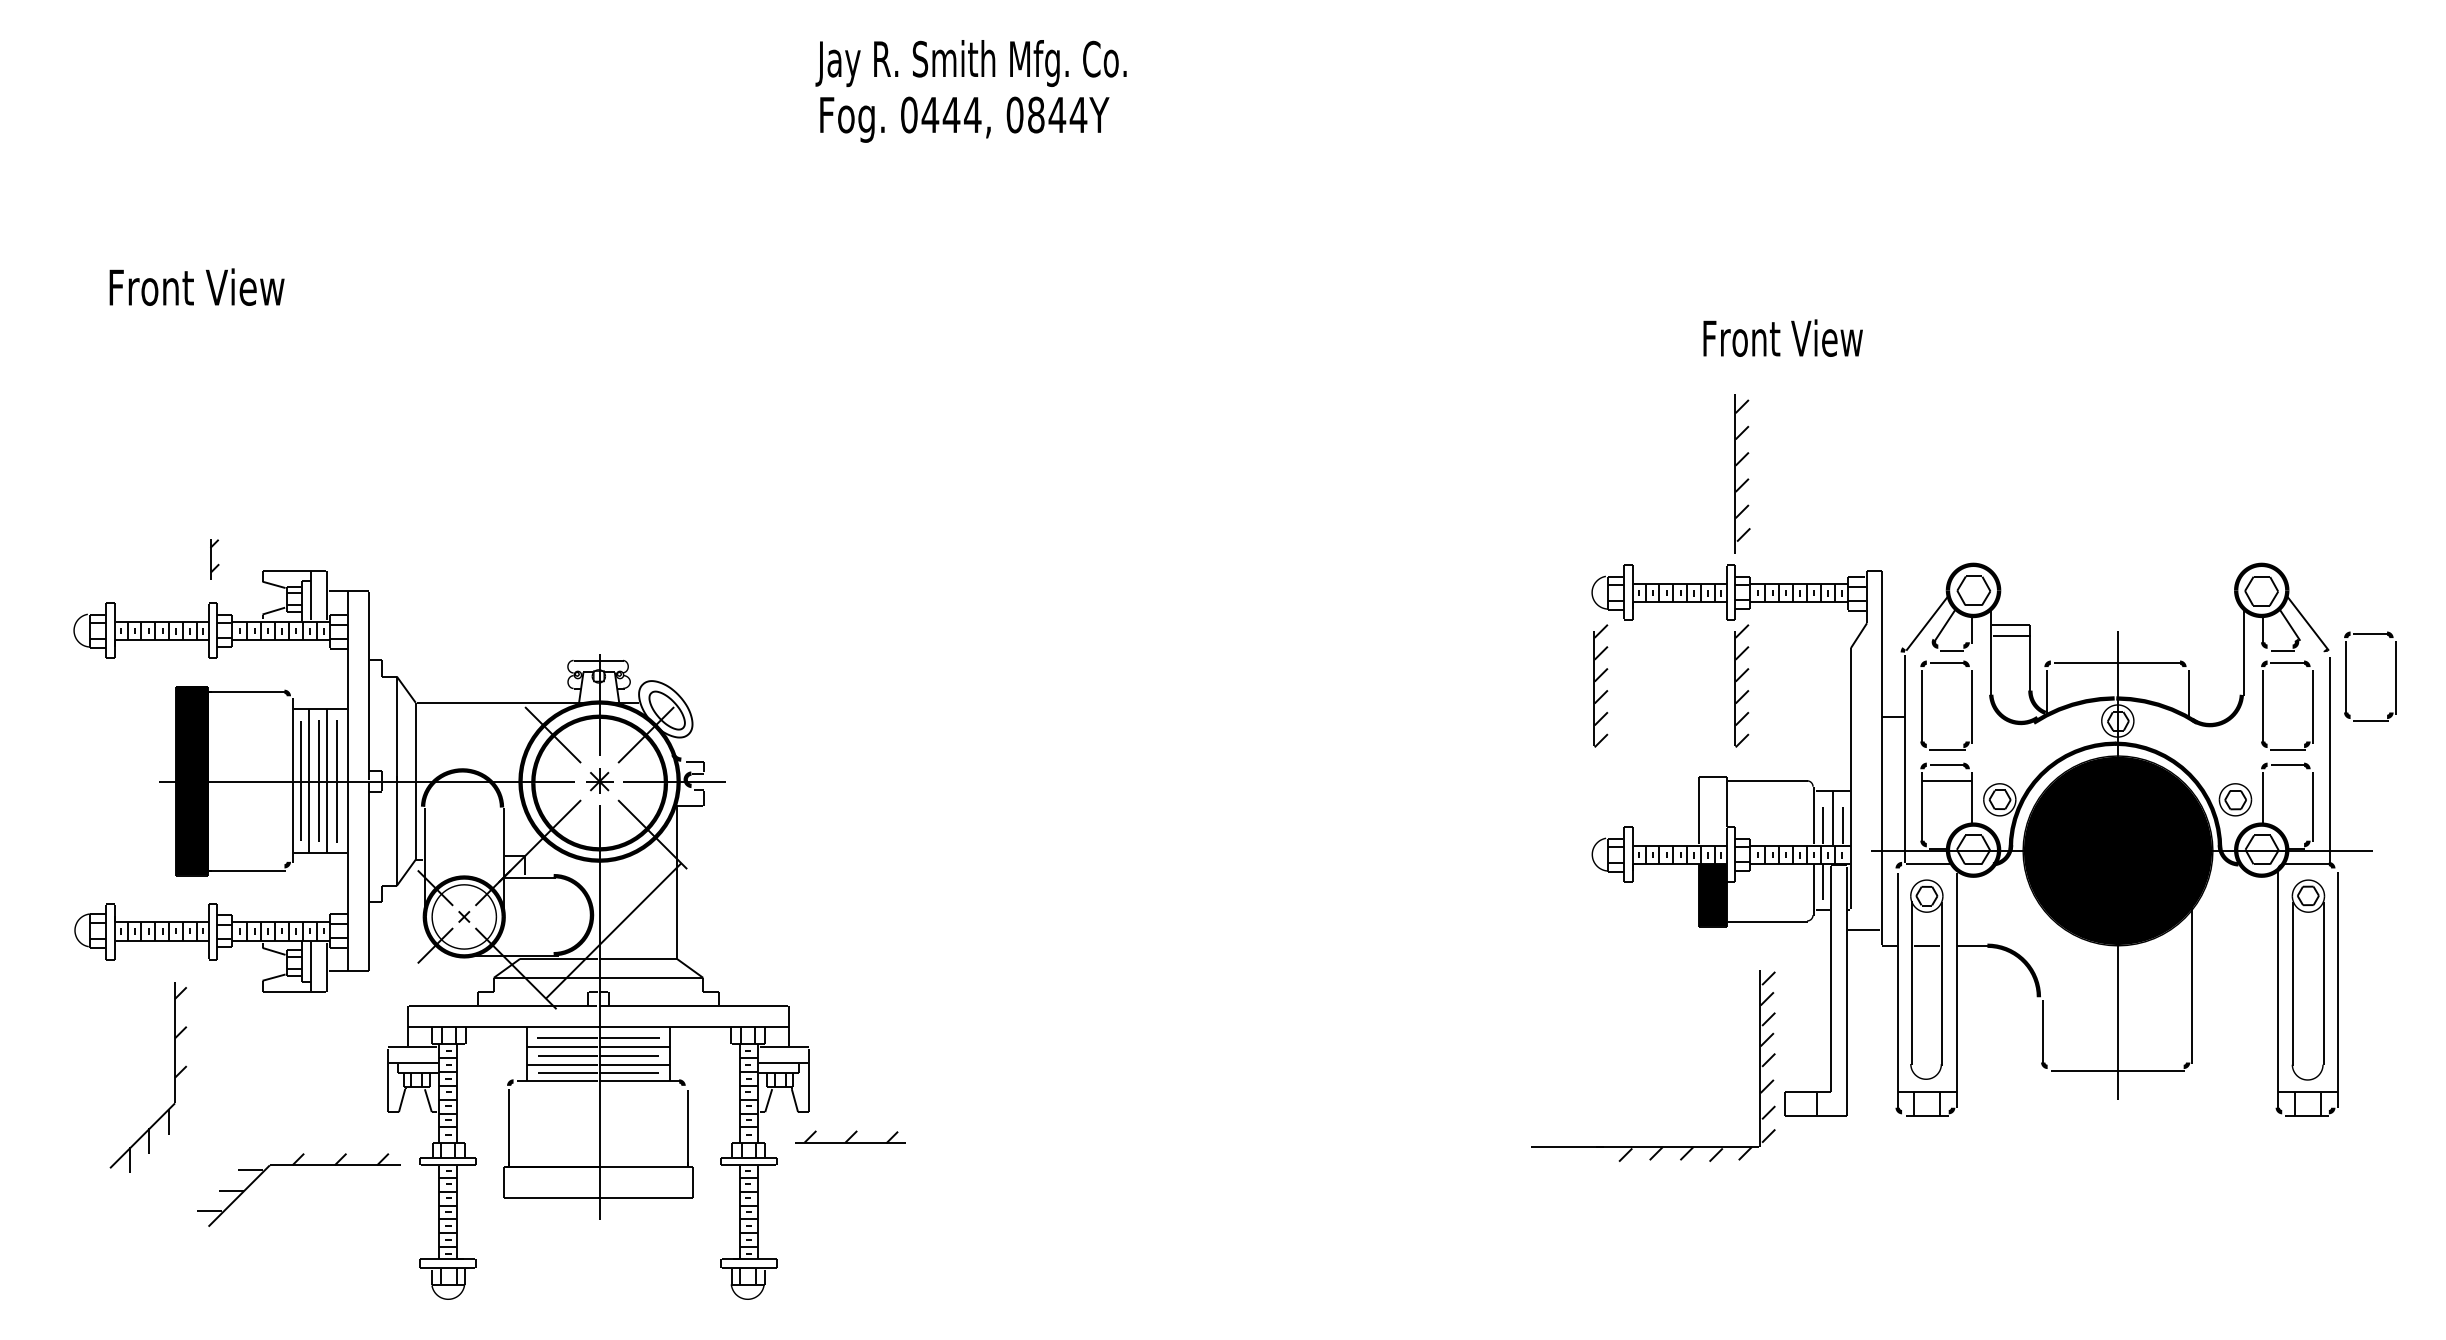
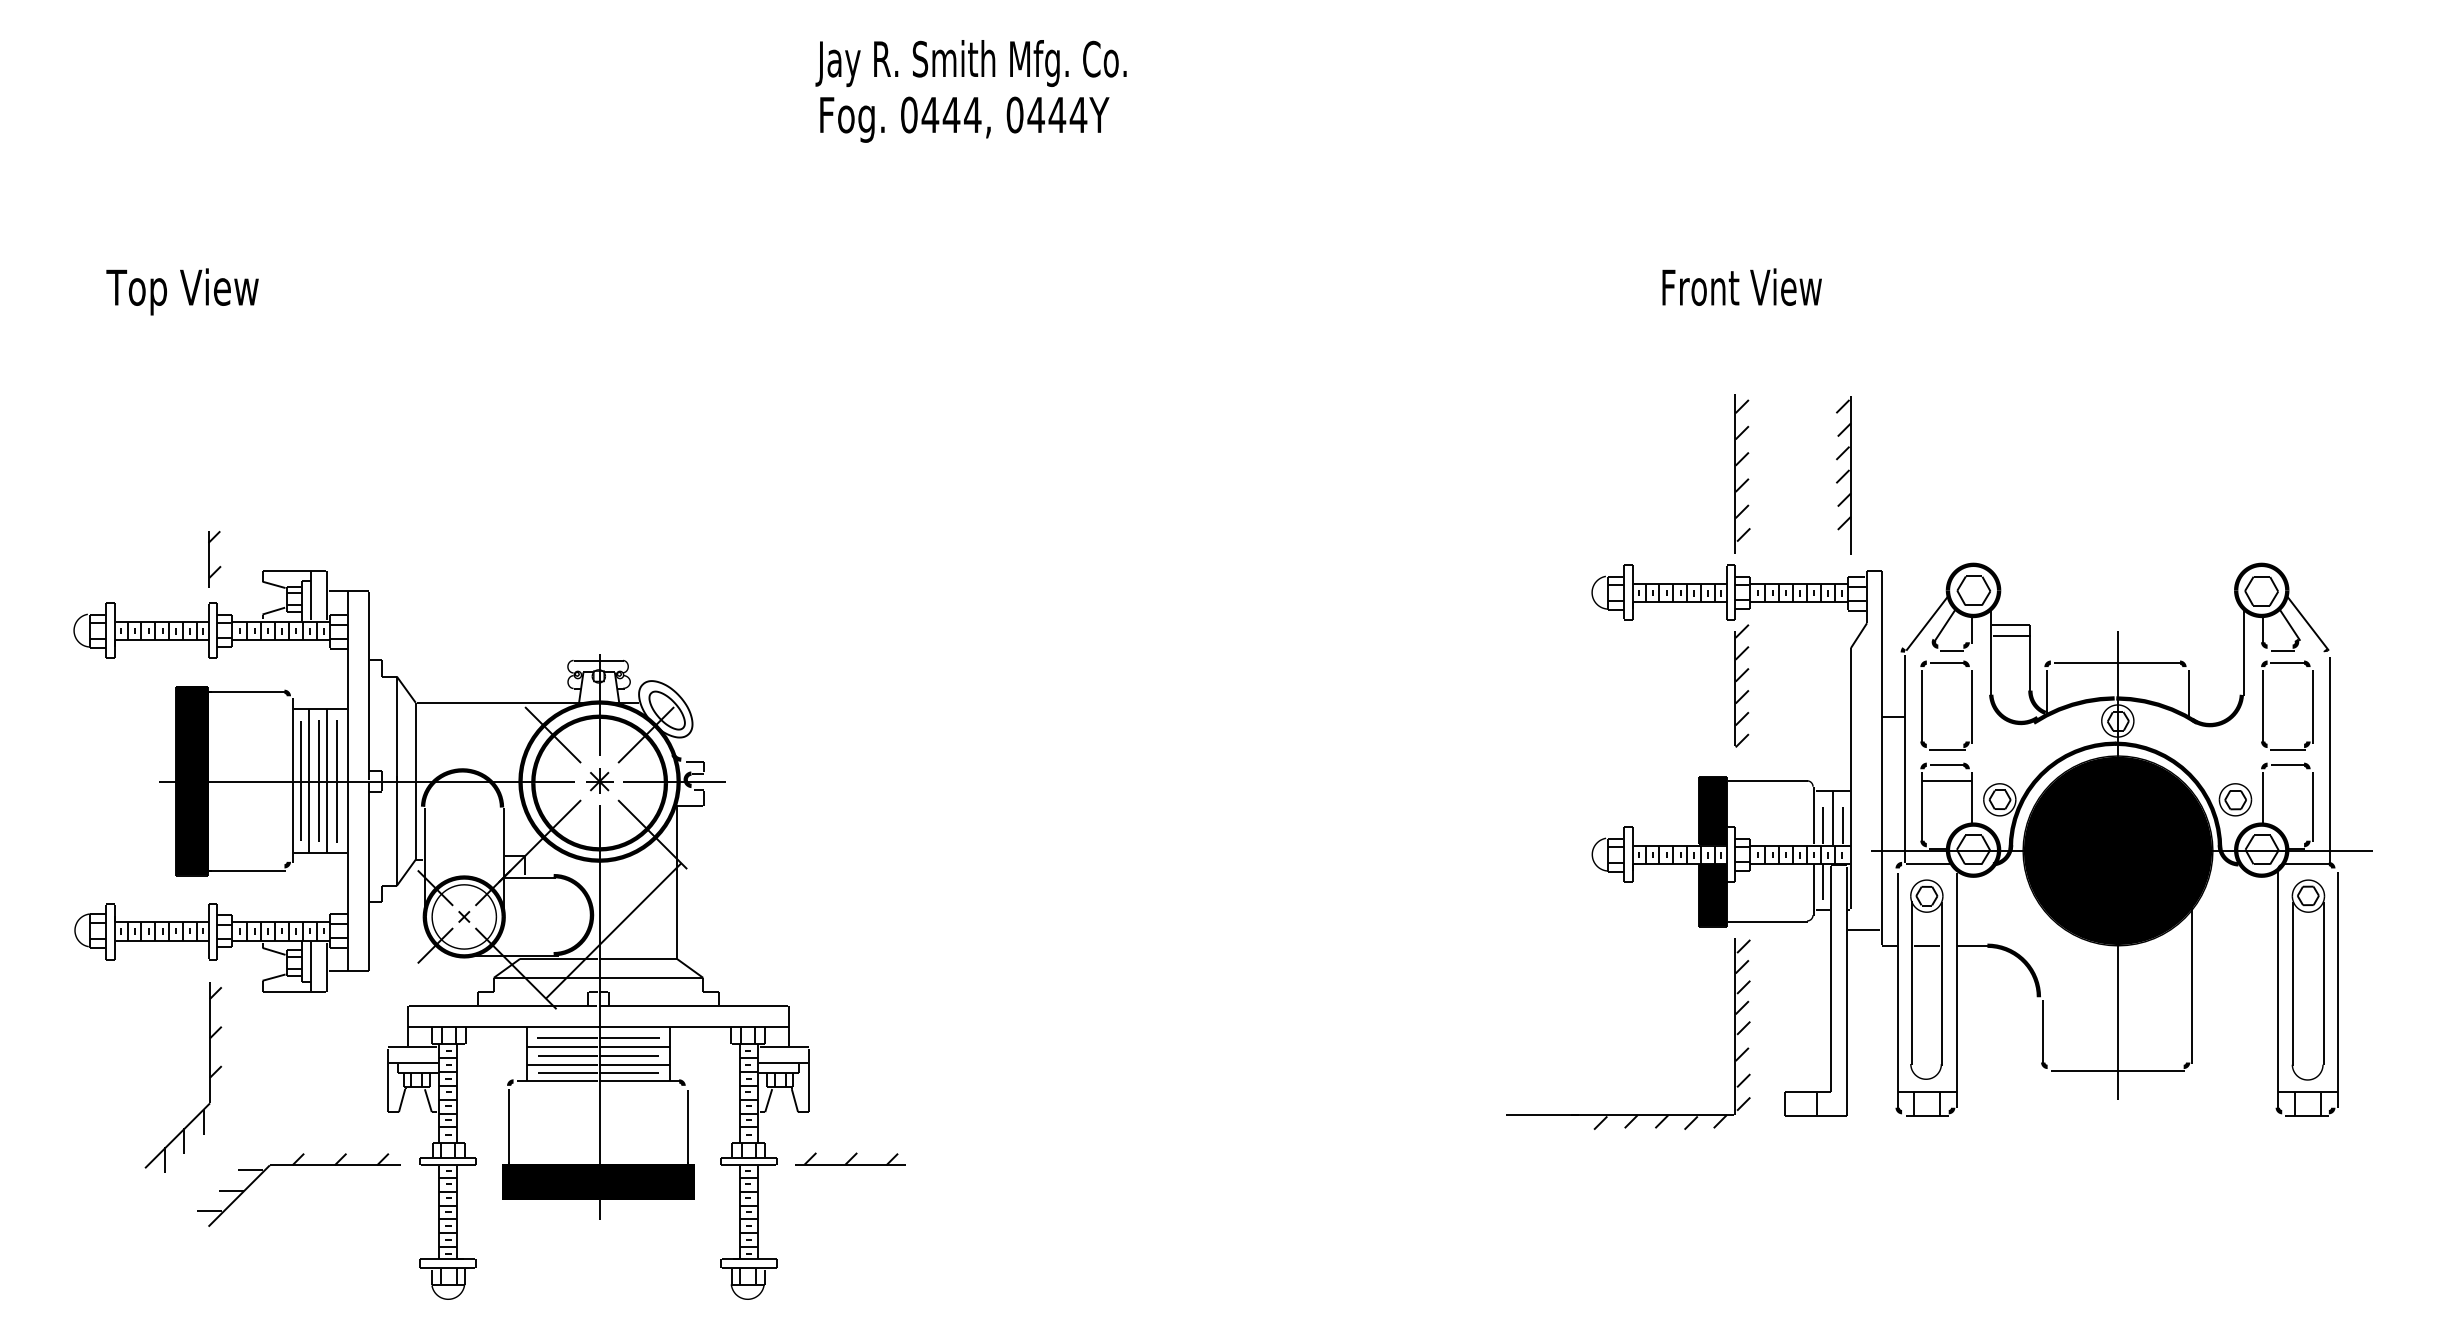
text at (1035, 114): 0844Y -> 0444Y
text at (195, 291): Front View -> Top View
text at (1782, 337) position: (1782, 337) -> (1741, 286)
part at (1843, 475): none -> present
part at (214, 559) size: 10x41 px -> 14x57 px
part at (2346, 676): present -> none
part at (1600, 685): present -> none
fill at (1712, 810): none -> present
part at (174, 1077) position: (174, 1077) -> (209, 1077)
part at (850, 1136) position: (850, 1136) -> (850, 1158)
part at (1653, 1146) position: (1653, 1146) -> (1628, 1114)
fill at (598, 1182): none -> present
